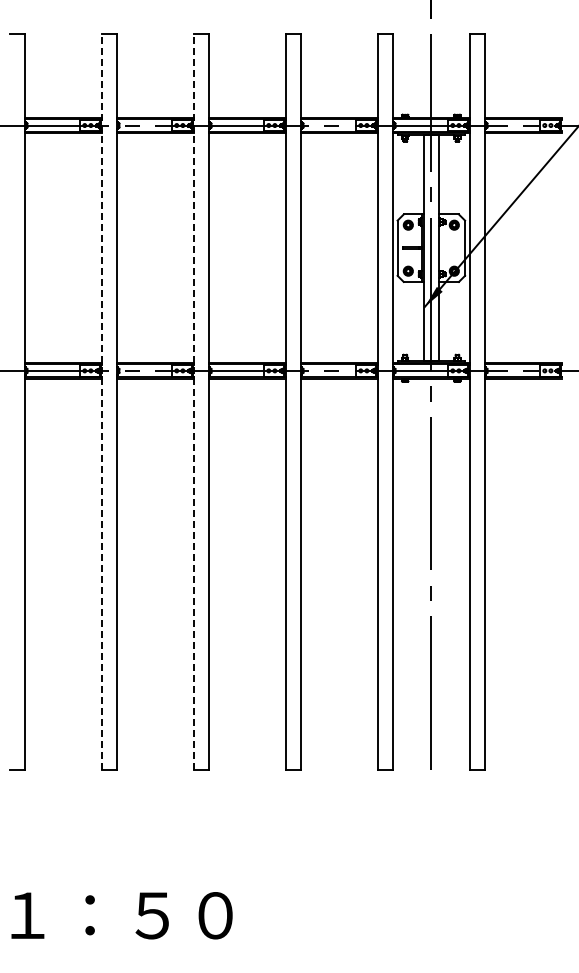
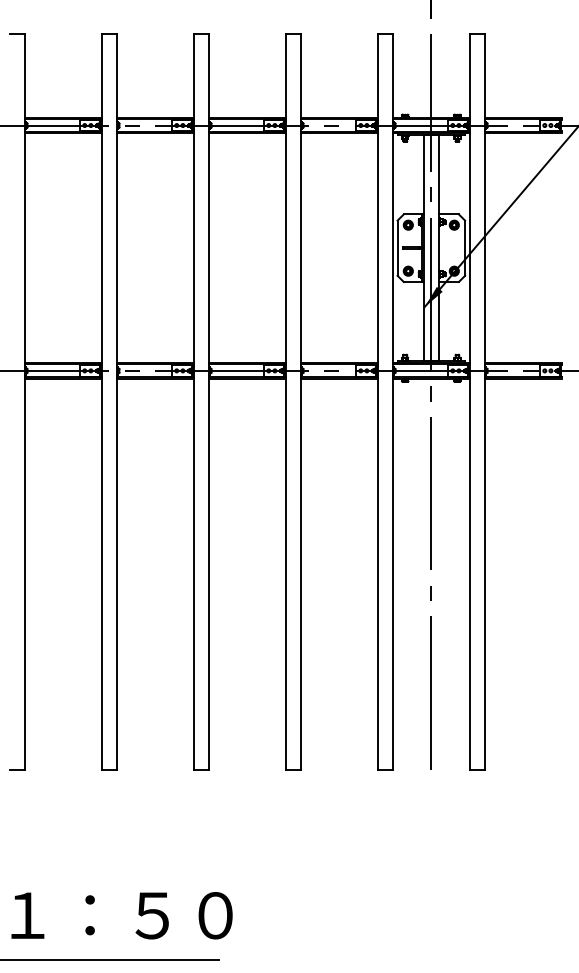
line at (101, 401): dashed -> solid
line at (193, 401): dashed -> solid
line at (110, 959): none -> present
